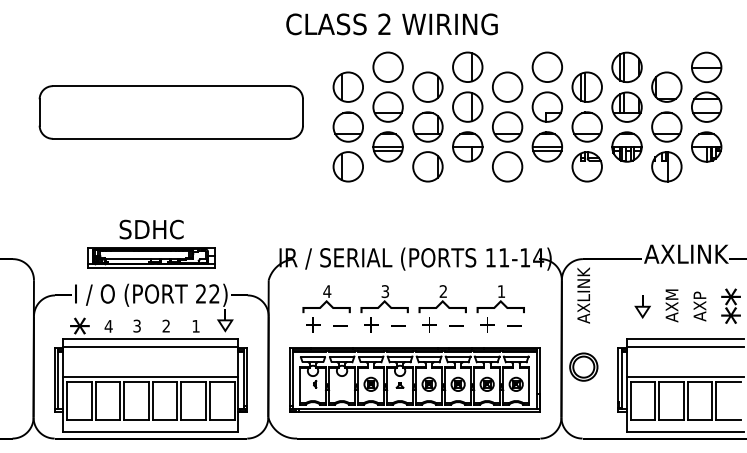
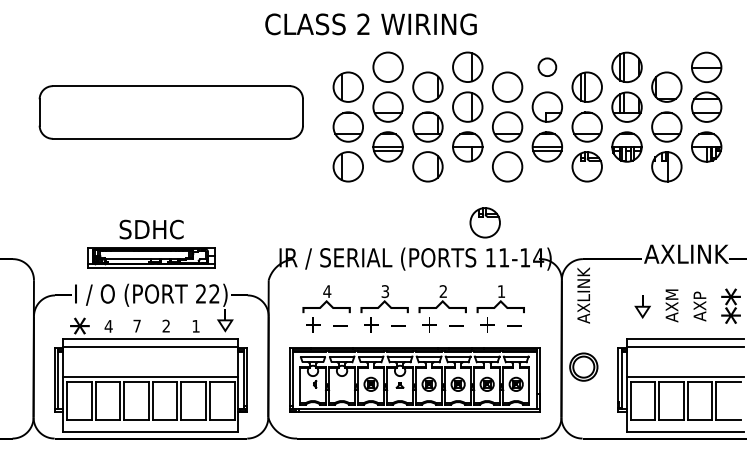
text at (391, 24) position: (391, 24) -> (370, 24)
circle at (547, 67) diameter: 29 px -> 18 px
part at (484, 222): none -> present
text at (136, 325): 3 -> 7
